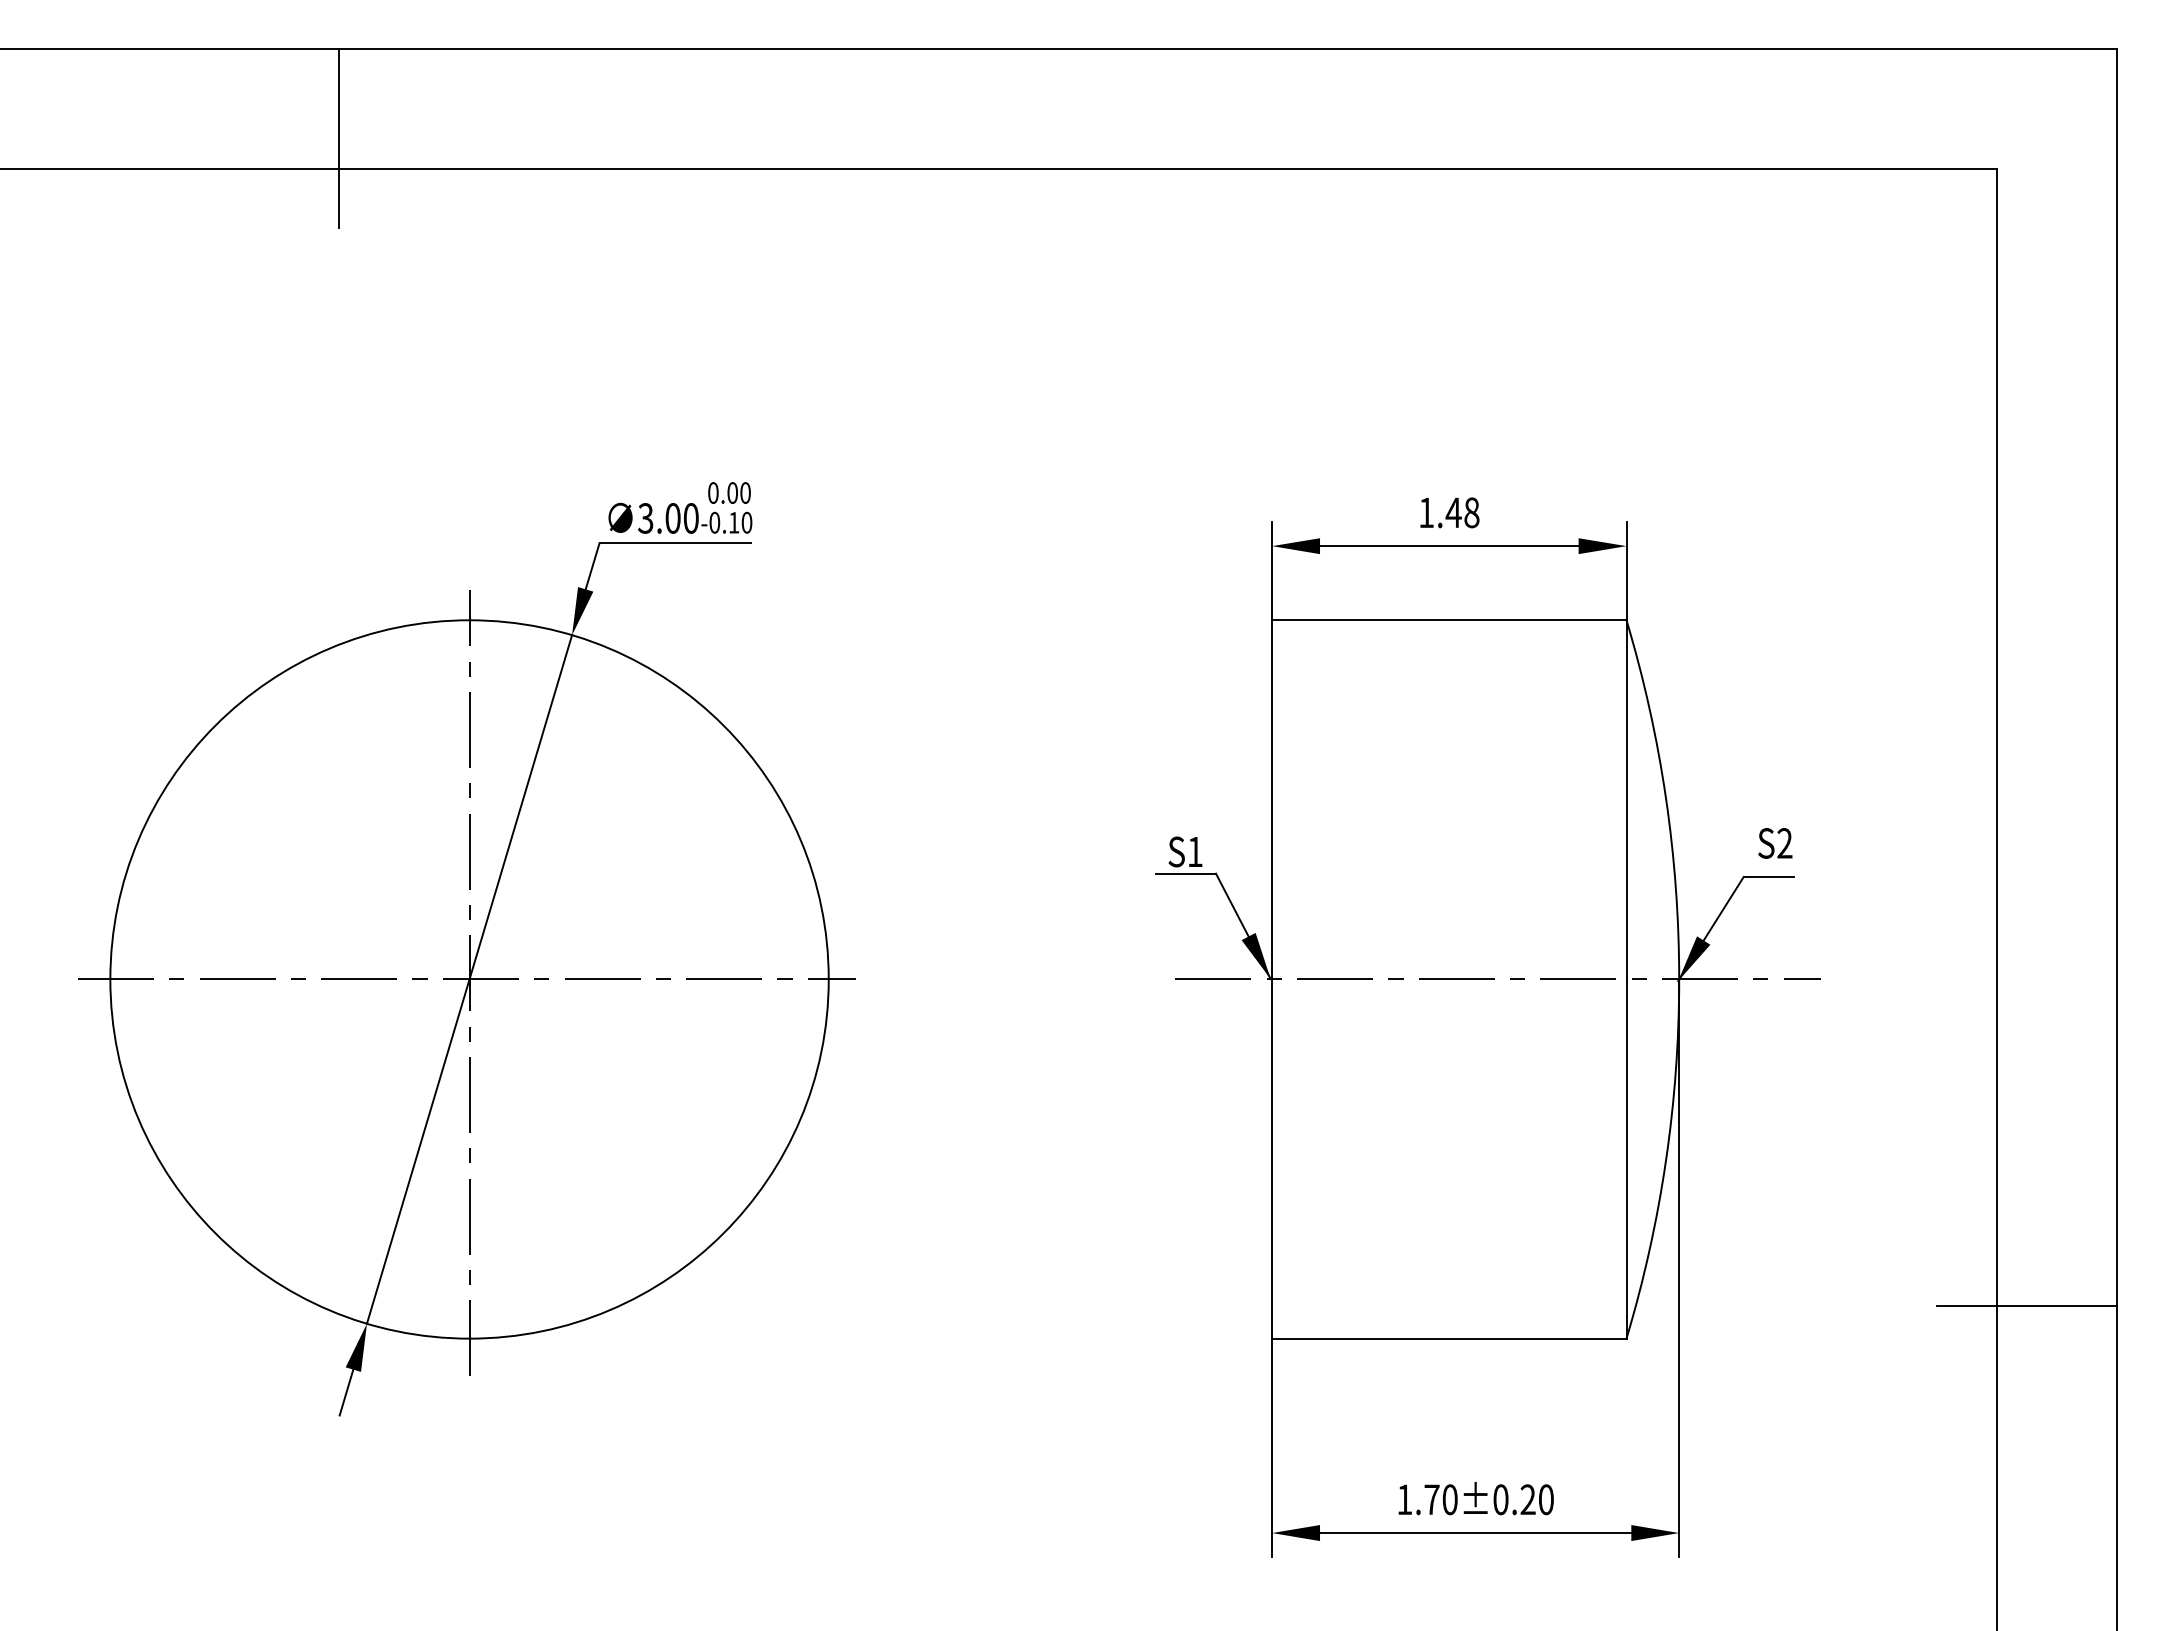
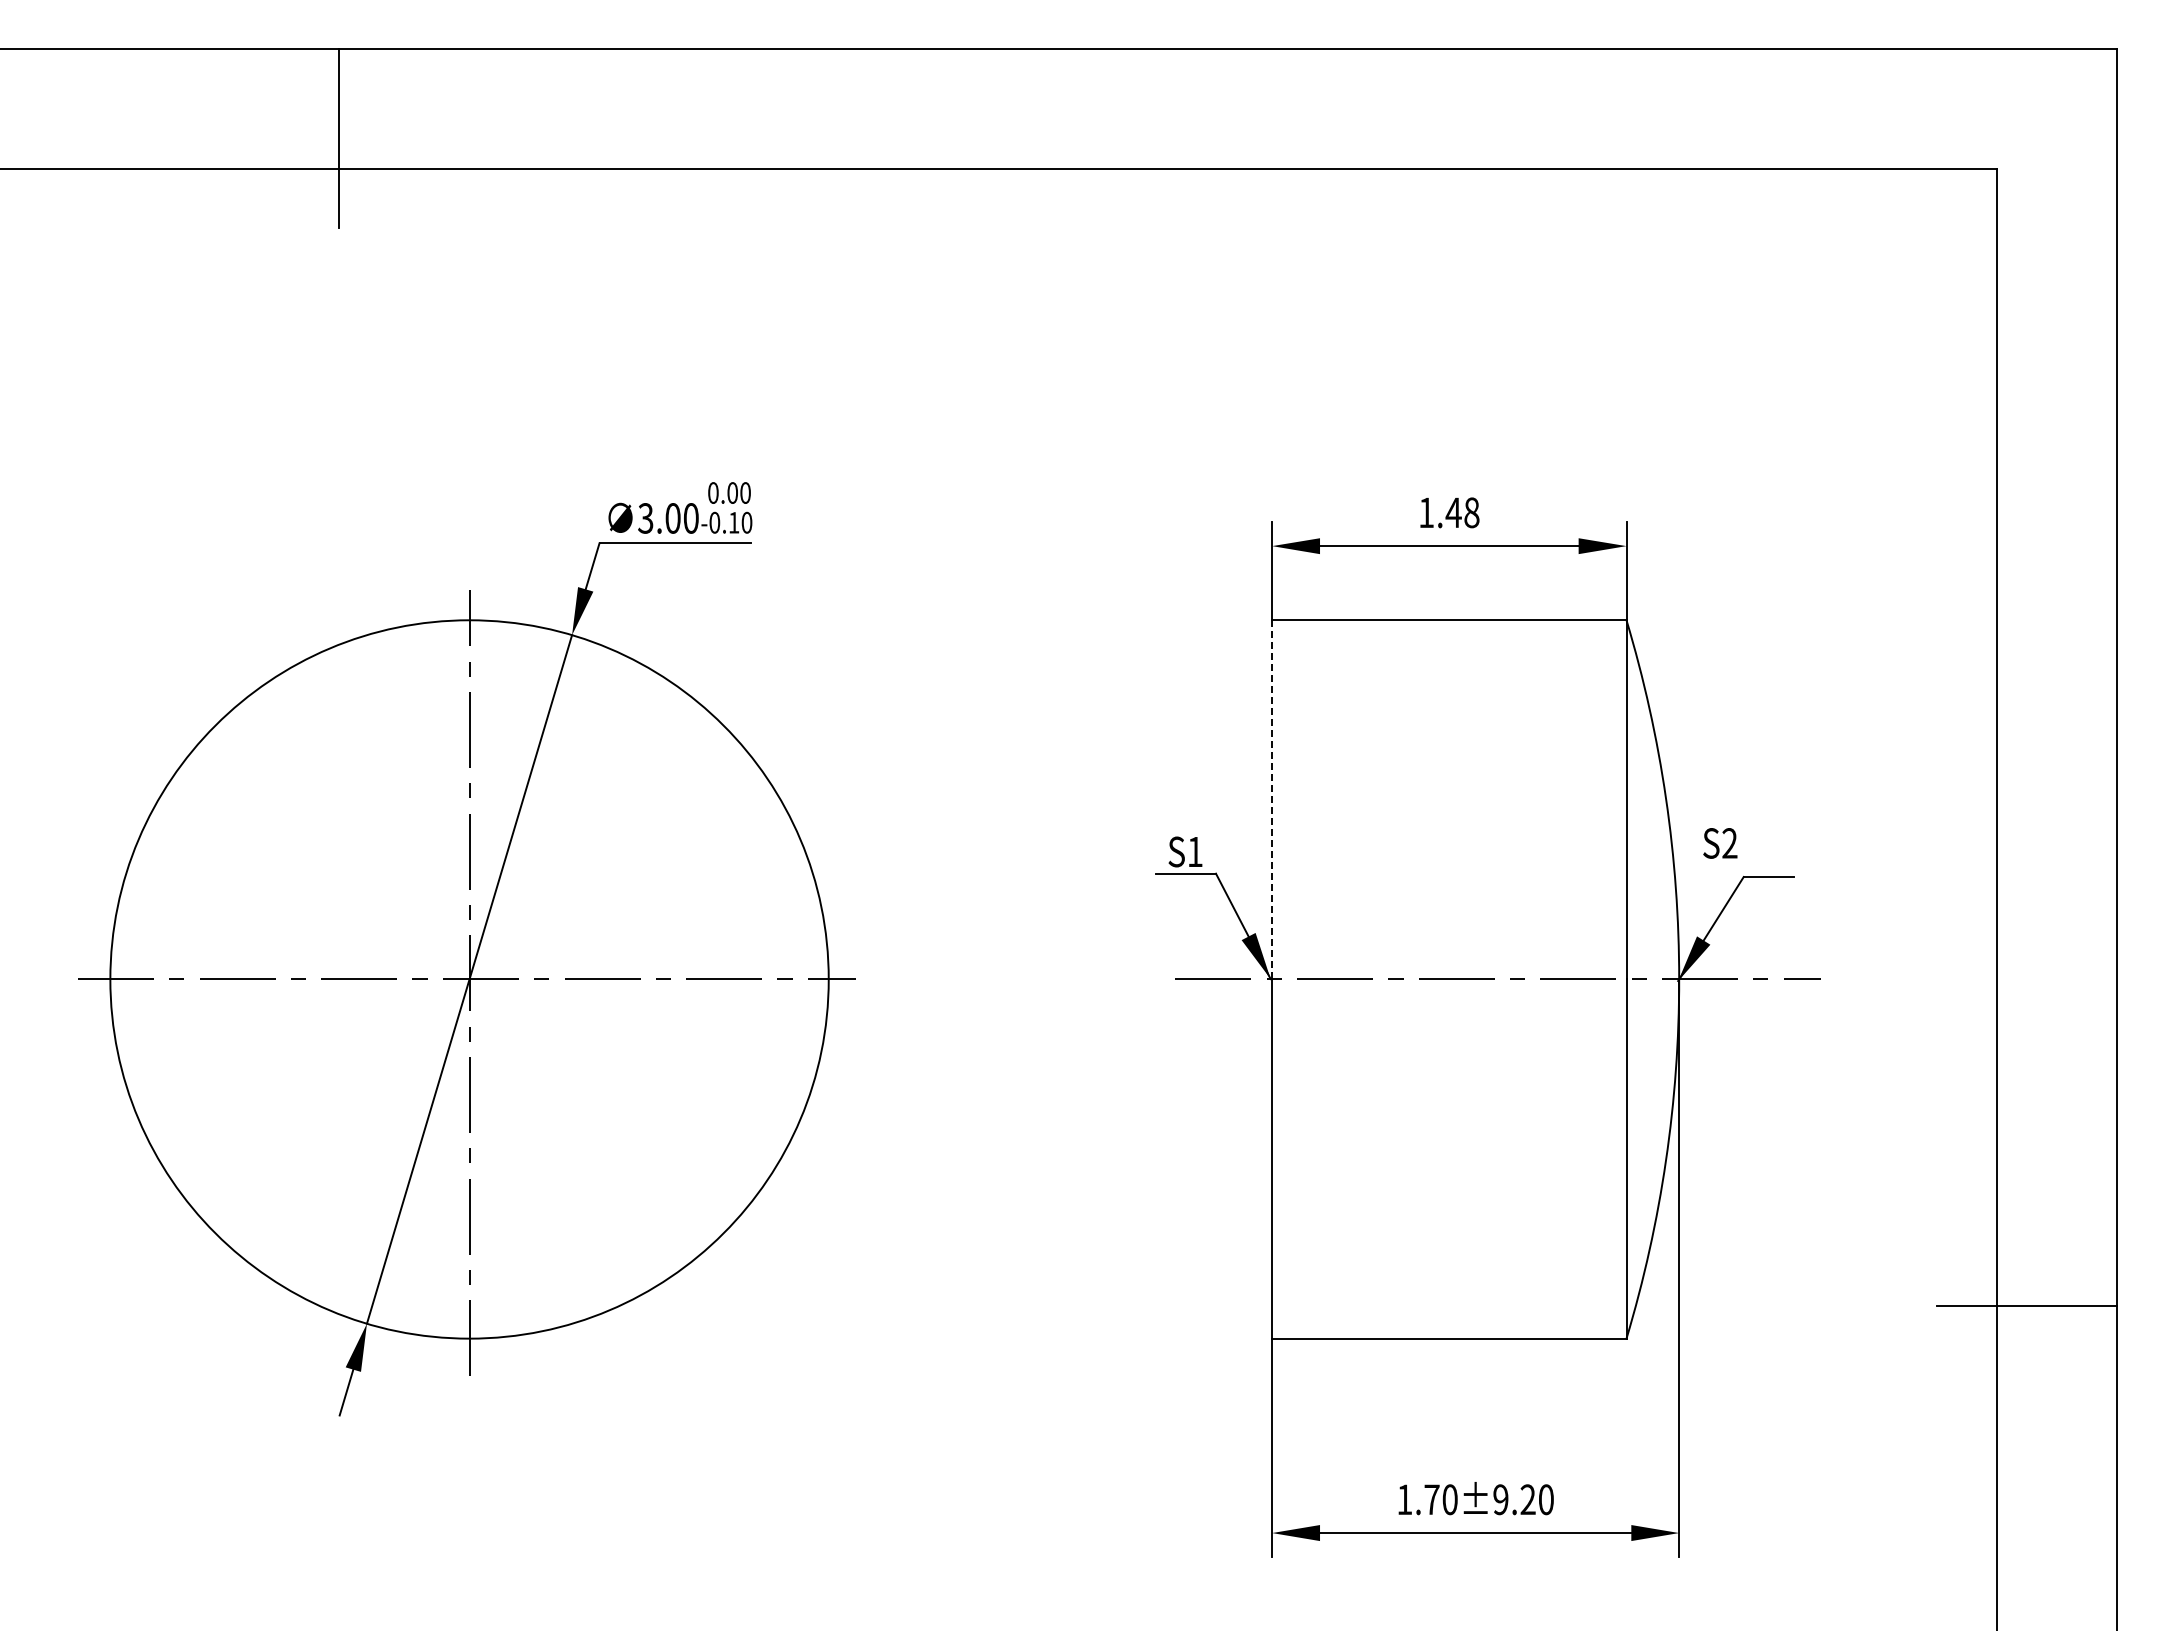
line at (1272, 799): solid -> dashed
text at (1775, 843) position: (1775, 843) -> (1720, 843)
text at (1500, 1499): 1.70±0.20 -> 1.70±9.20
